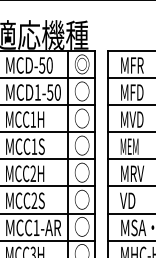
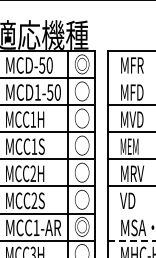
line at (130, 78): present -> none
line at (130, 213): present -> none
text at (81, 226): ○ -> ◎
line at (132, 240): solid -> dashed
